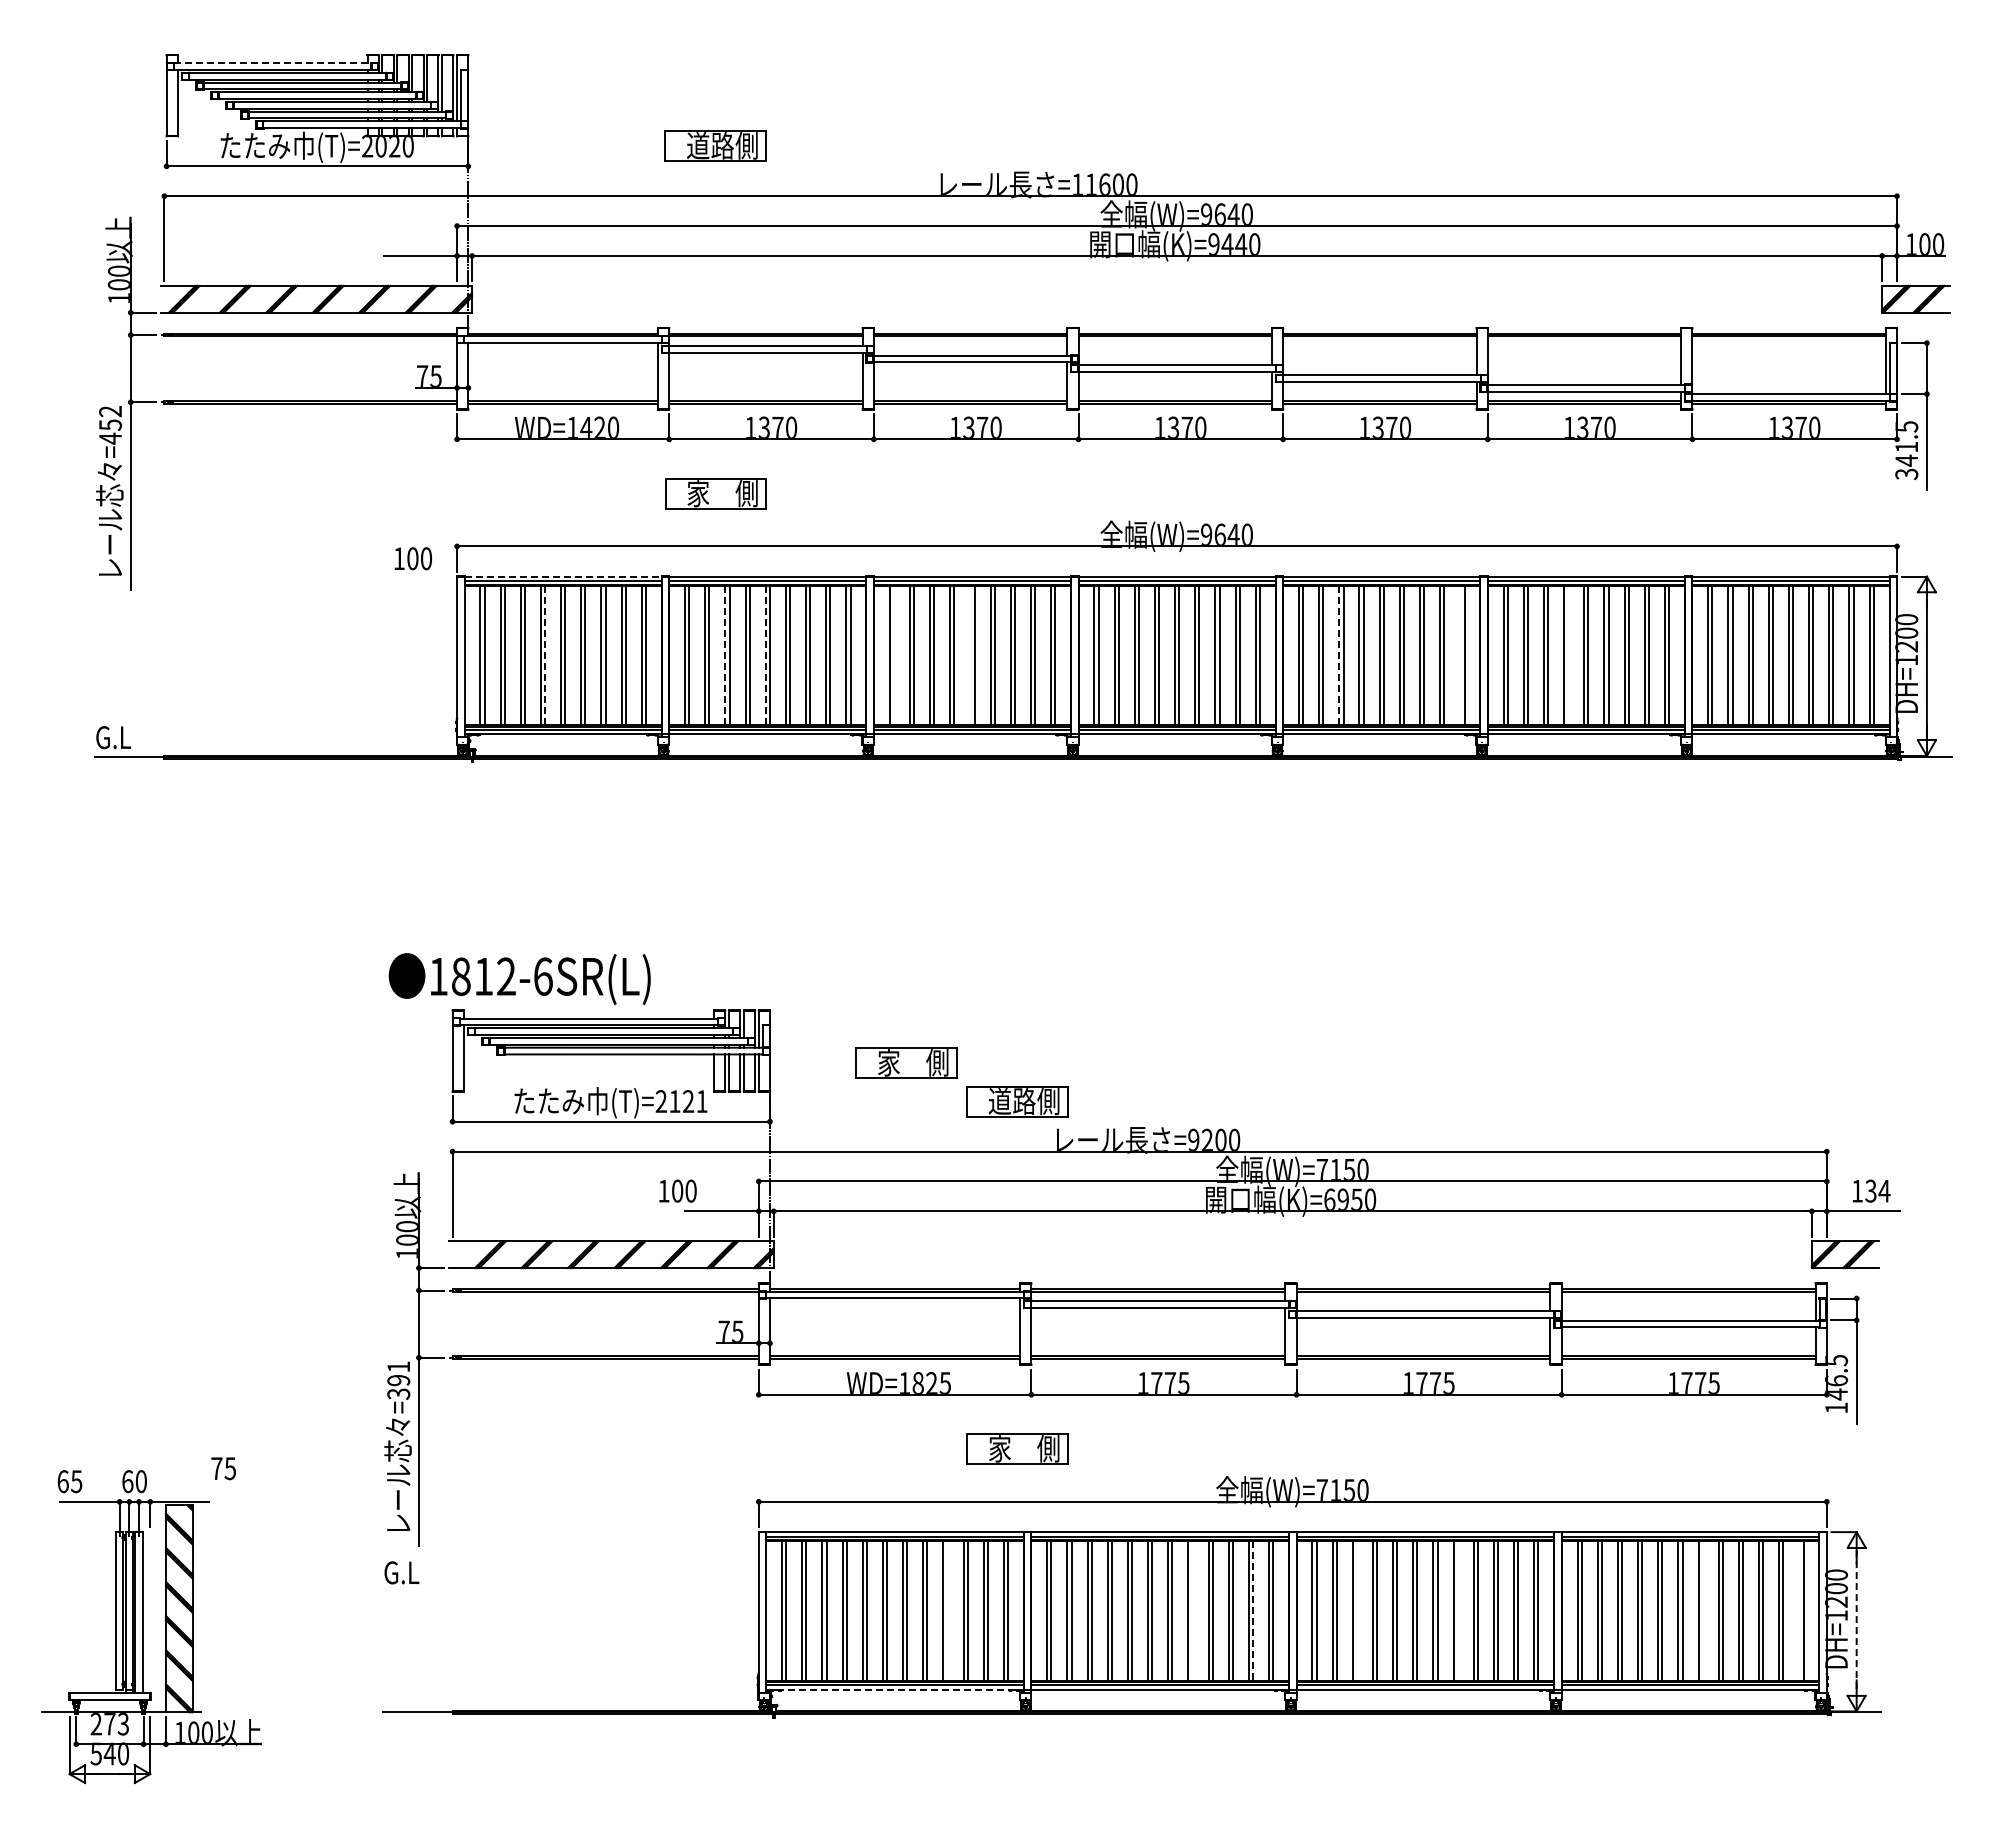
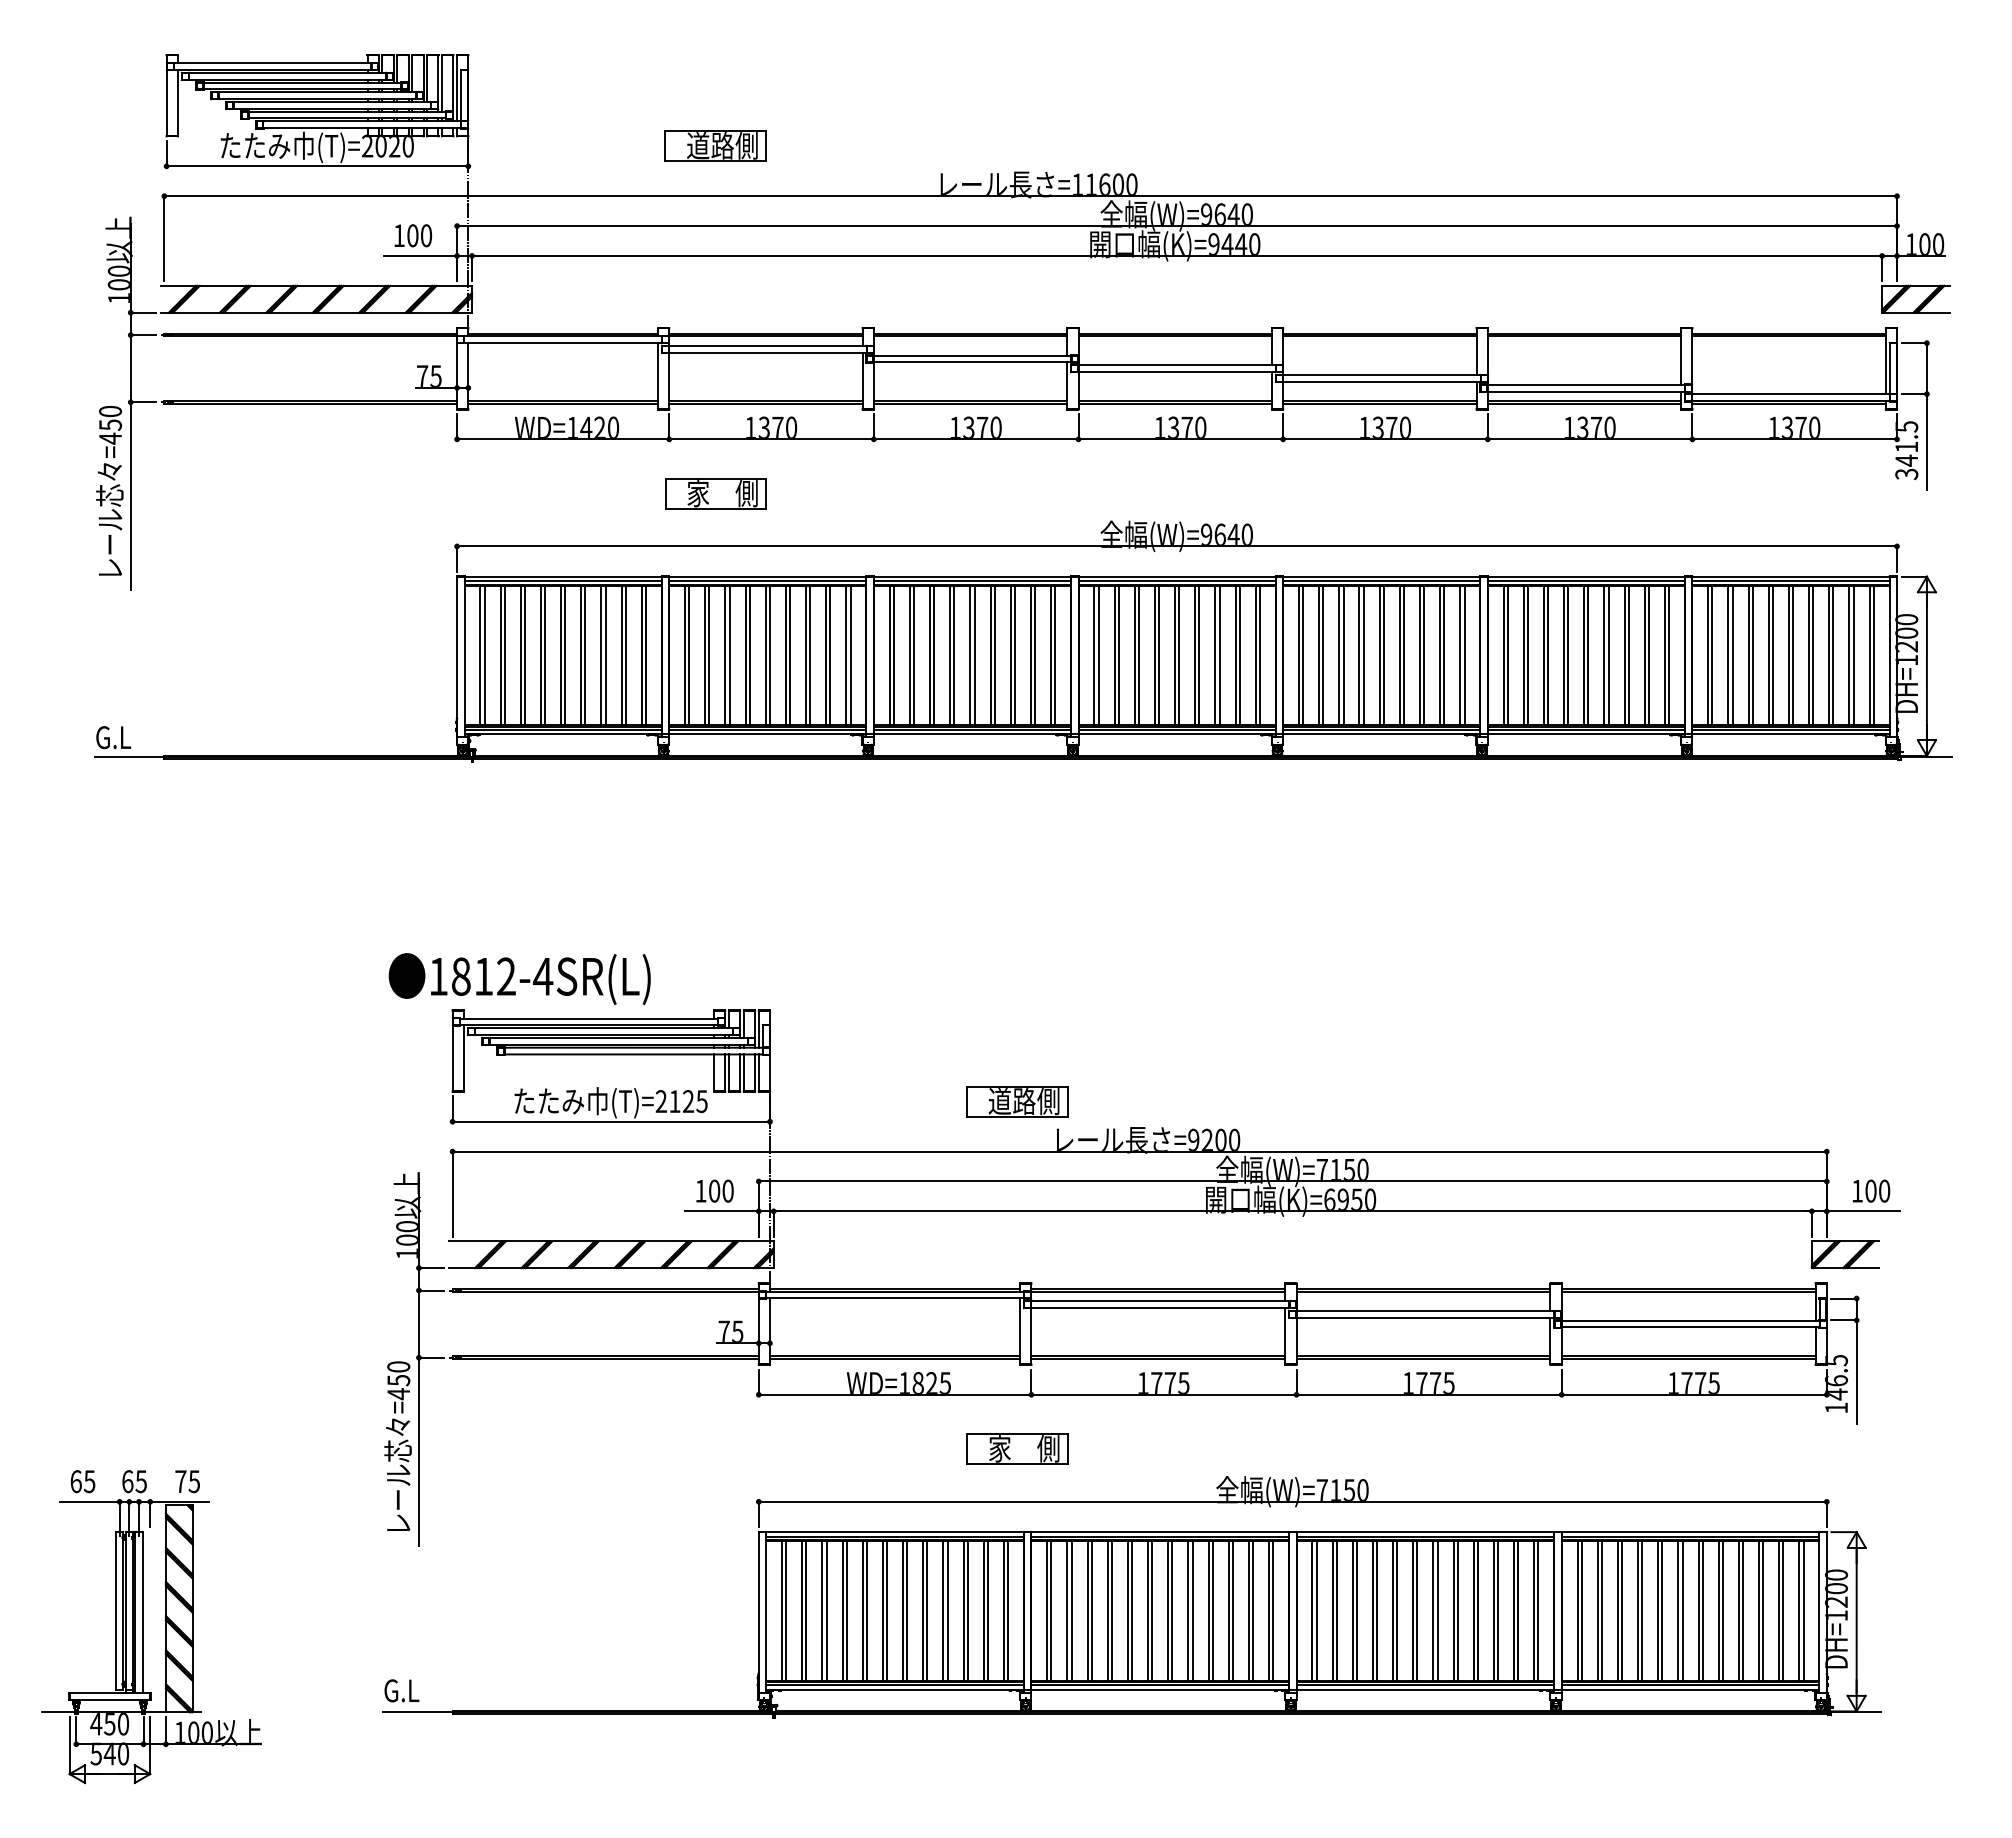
line at (272, 63): dashed -> solid
text at (110, 411): =452 -> =450
text at (412, 558) position: (412, 558) -> (412, 235)
line at (563, 576): dashed -> solid
line at (545, 655): dashed -> solid
line at (725, 655): dashed -> solid
line at (765, 655): dashed -> solid
line at (893, 655): none -> present
line at (970, 655): none -> present
line at (1339, 655): dashed -> solid
line at (1460, 655): none -> present
line at (1568, 655): none -> present
text at (542, 976): 1812-6SR(L) -> 1812-4SR(L)
part at (906, 1062): present -> none
text at (701, 1101): (T)=2121 -> (T)=2125
text at (677, 1190) position: (677, 1190) -> (714, 1190)
text at (1877, 1190): 134 -> 100
text at (398, 1380): =391 -> =450
text at (223, 1468) position: (223, 1468) -> (187, 1481)
text at (69, 1481) position: (69, 1481) -> (82, 1481)
text at (140, 1481): 60 -> 65
text at (401, 1572) position: (401, 1572) -> (401, 1690)
line at (947, 1610): none -> present
line at (1192, 1610): none -> present
line at (1356, 1610): none -> present
line at (1457, 1610): none -> present
line at (1702, 1610): none -> present
line at (1799, 1610): none -> present
line at (1253, 1611): dashed -> solid
line at (1856, 1621): dashed -> solid
line at (895, 1689): dashed -> solid
text at (109, 1724): 273 -> 450
